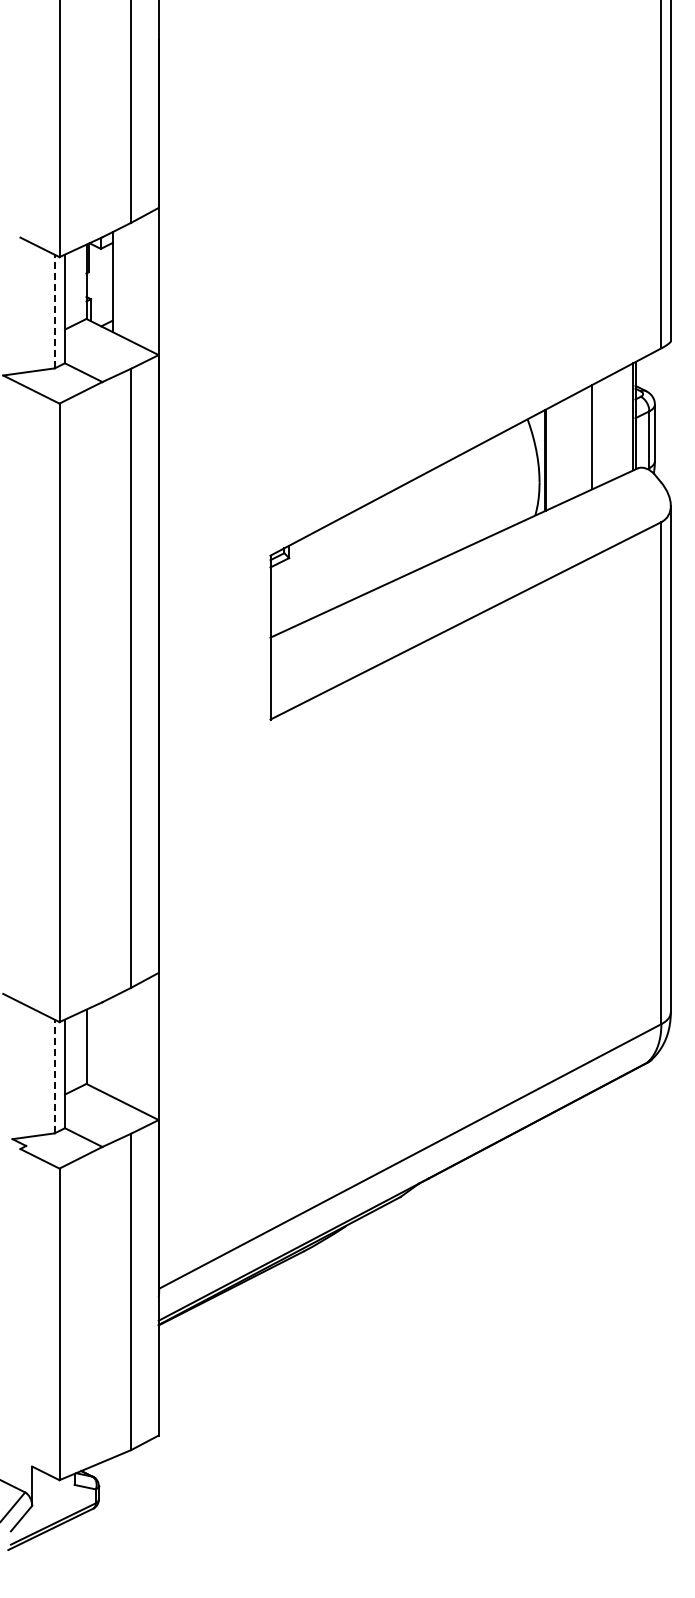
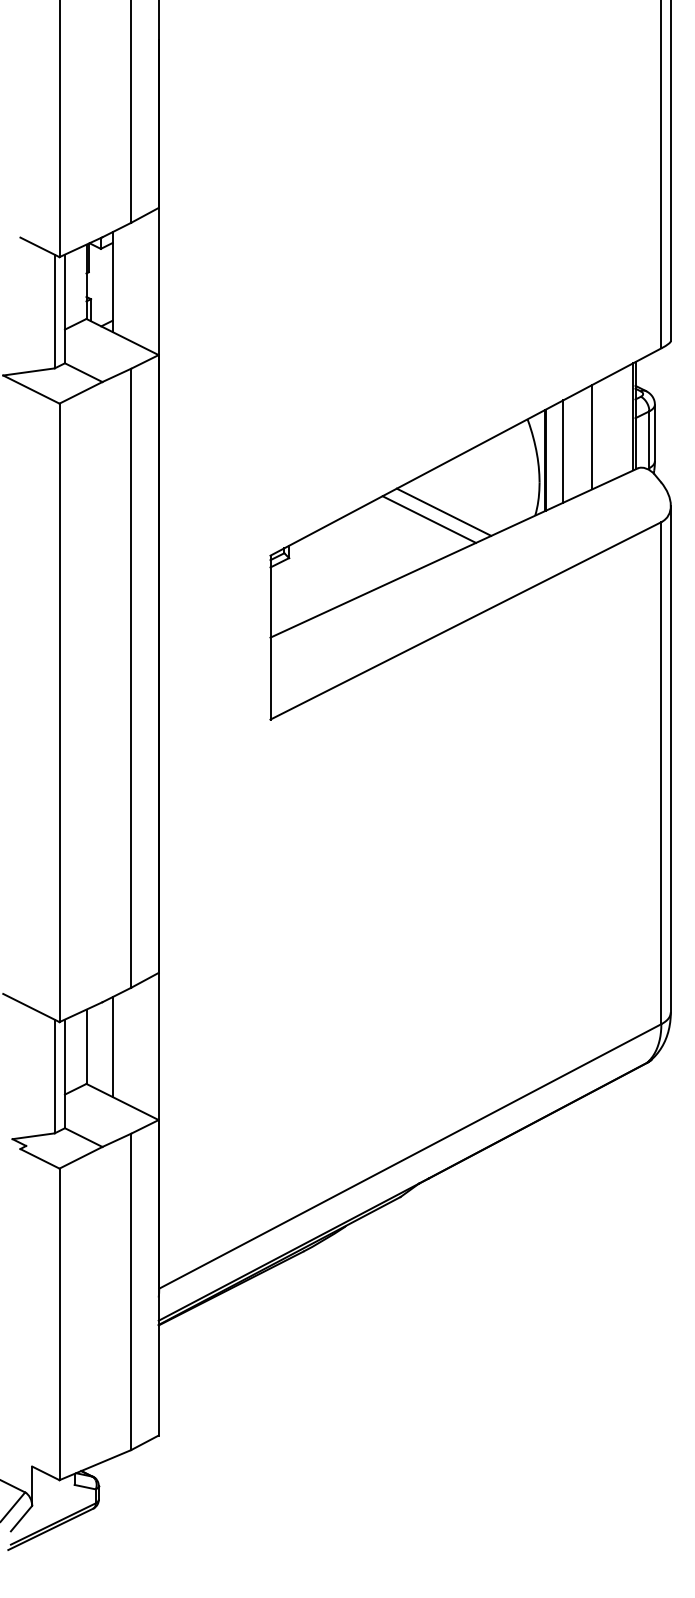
line at (54, 311): dashed -> solid
line at (563, 451): none -> present
line at (443, 511): none -> present
line at (429, 519): none -> present
line at (112, 1047): none -> present
line at (54, 1076): dashed -> solid
